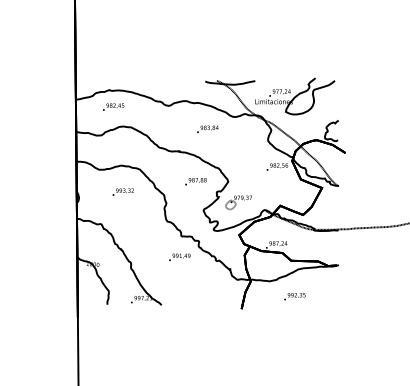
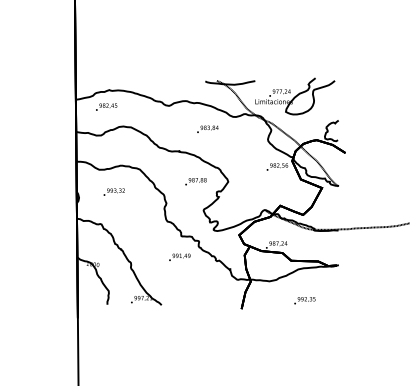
text at (113, 106) position: (113, 106) -> (106, 106)
text at (122, 191) position: (122, 191) -> (113, 191)
part at (238, 202): present -> none
text at (294, 296) position: (294, 296) -> (304, 300)
